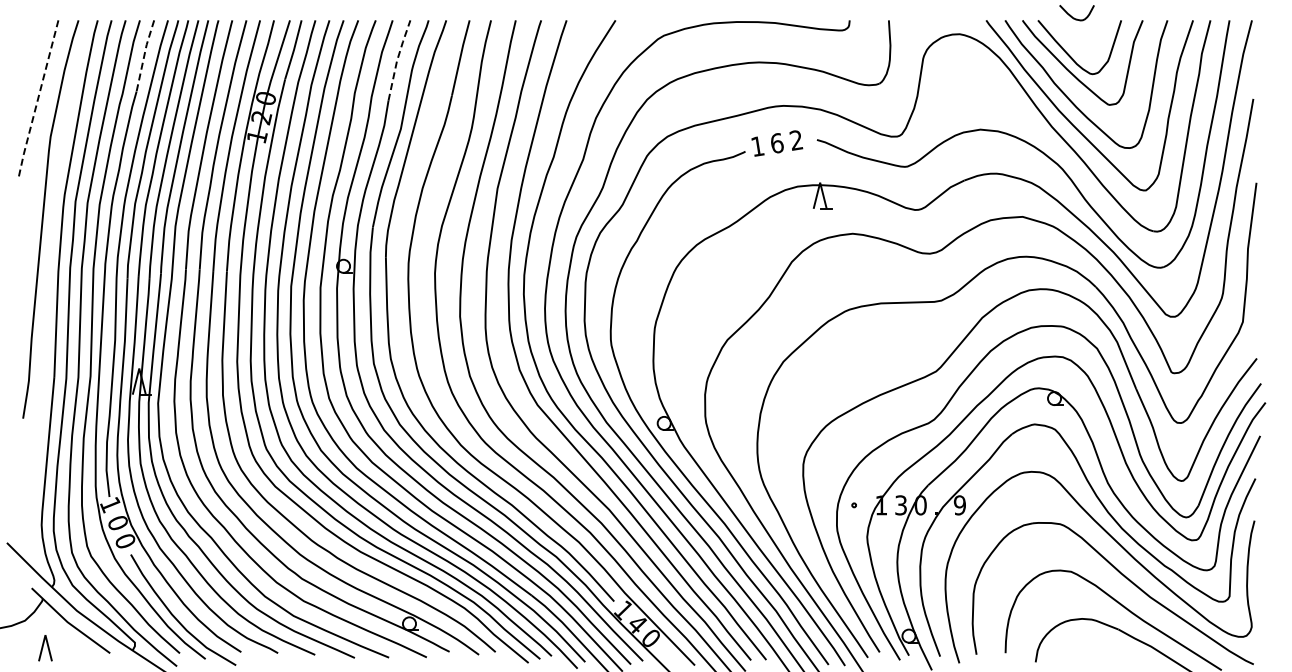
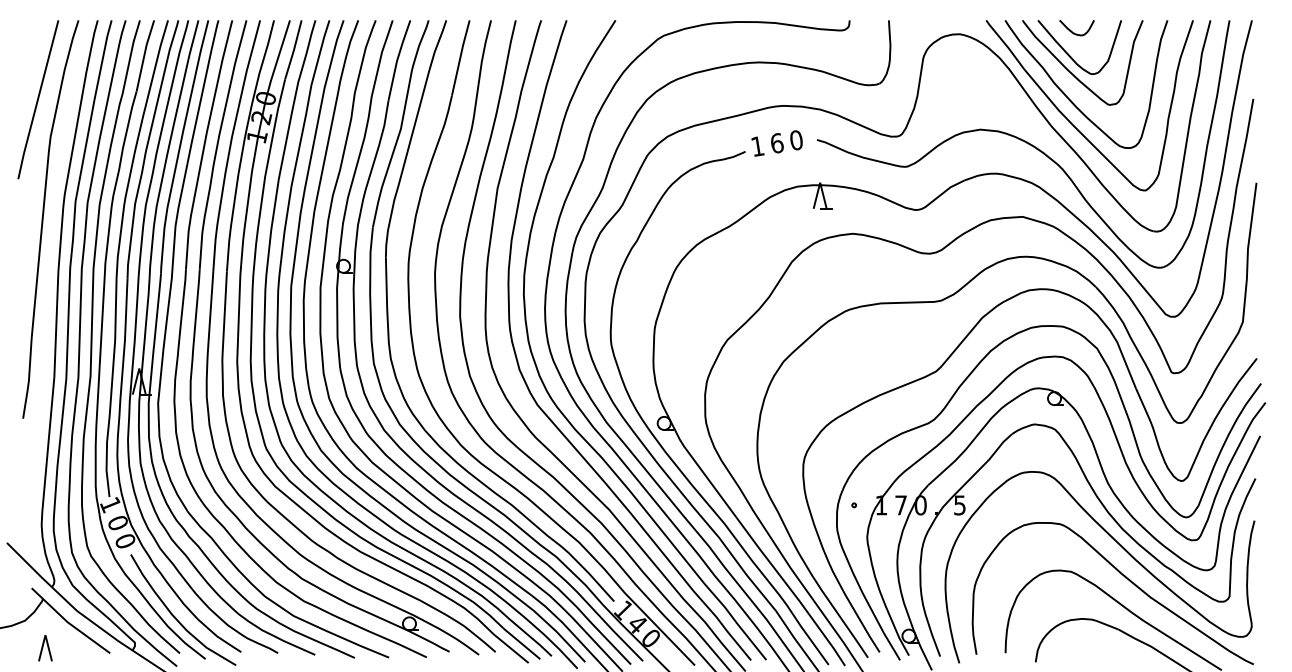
curve at (1074, 17) position: (1074, 17) -> (1074, 32)
line at (144, 55): dashed -> solid
line at (397, 59): dashed -> solid
line at (37, 100): dashed -> solid
text at (796, 140): 2 -> 0
text at (900, 505): 3 -> 7
text at (959, 505): 9 -> 5
